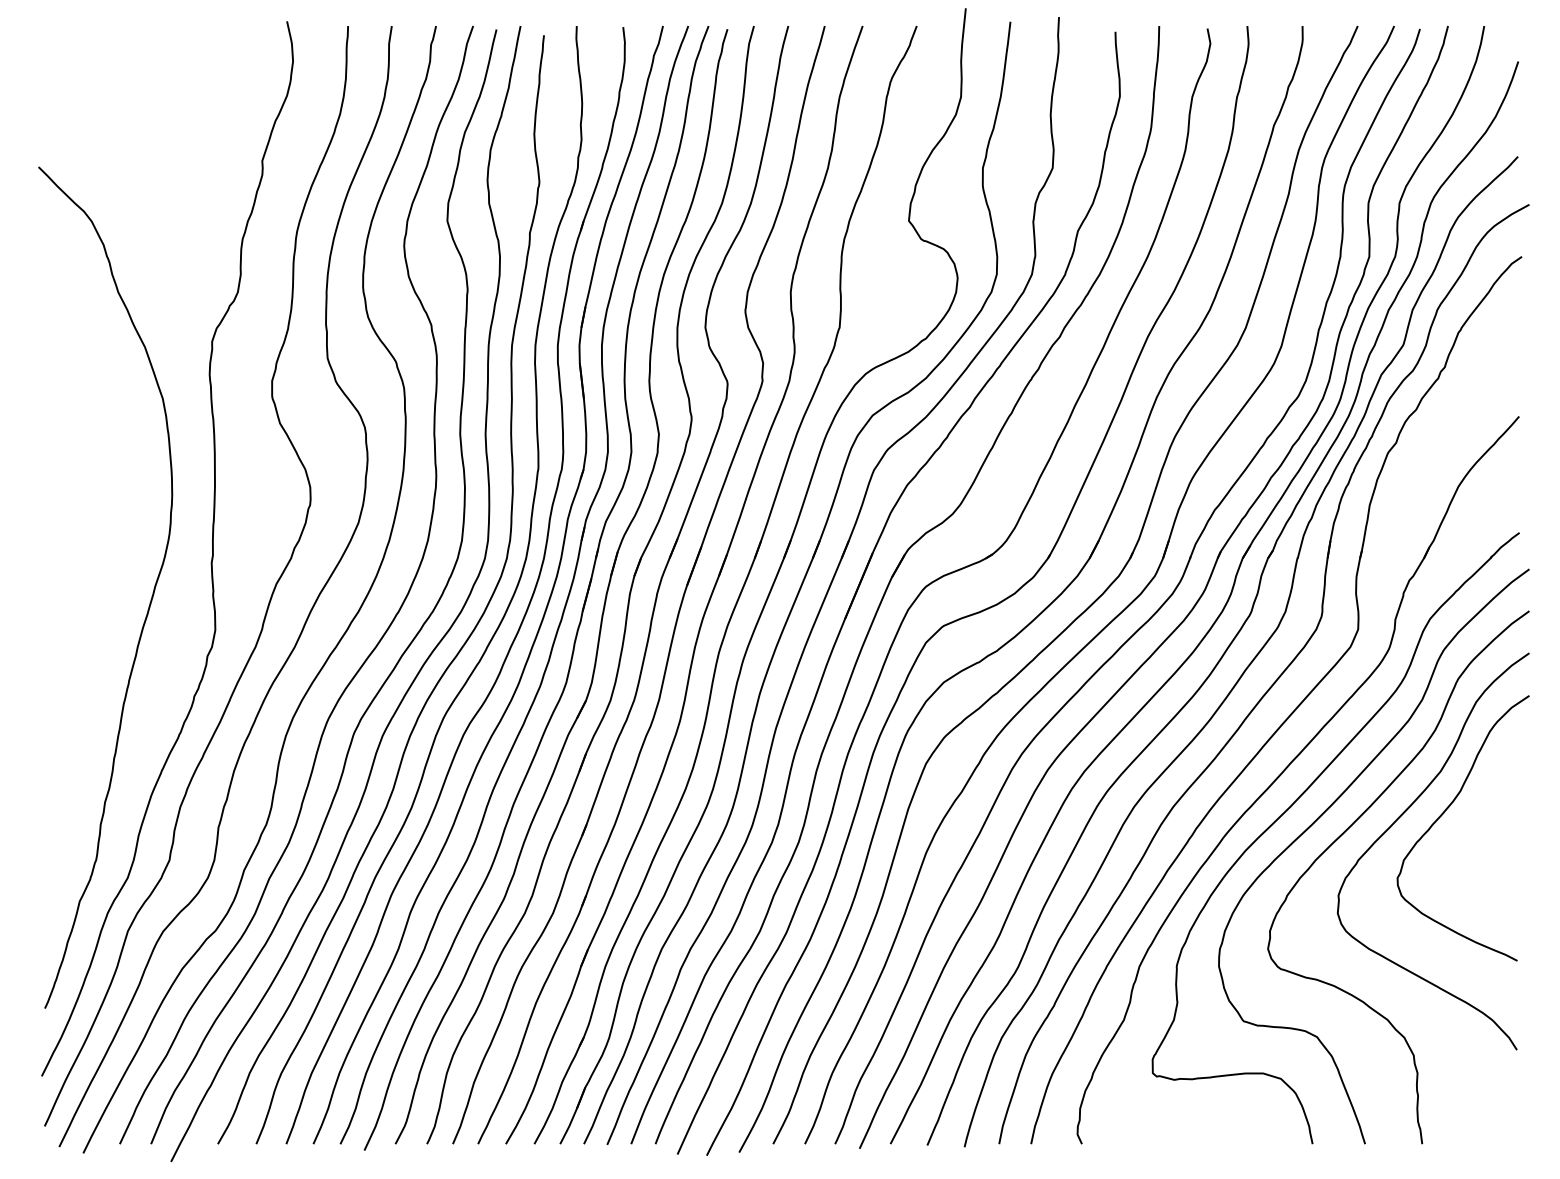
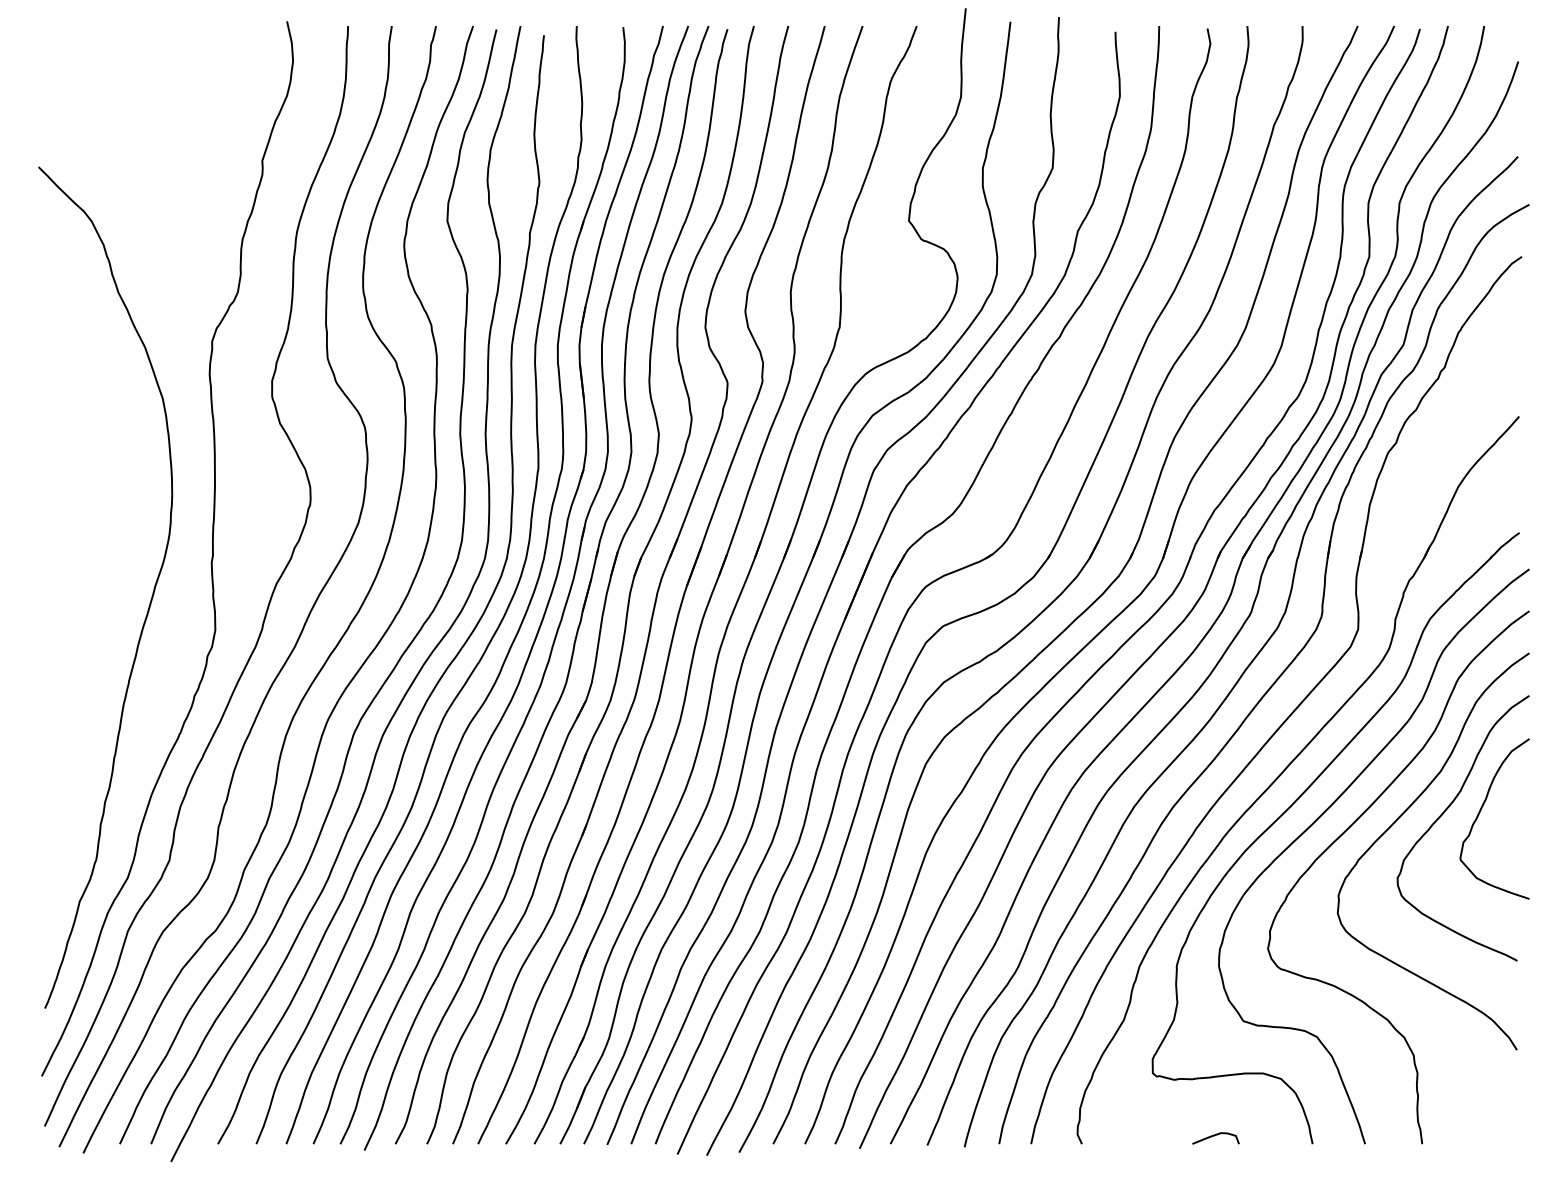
curve at (1480, 812): none -> present
curve at (1214, 1136): none -> present
